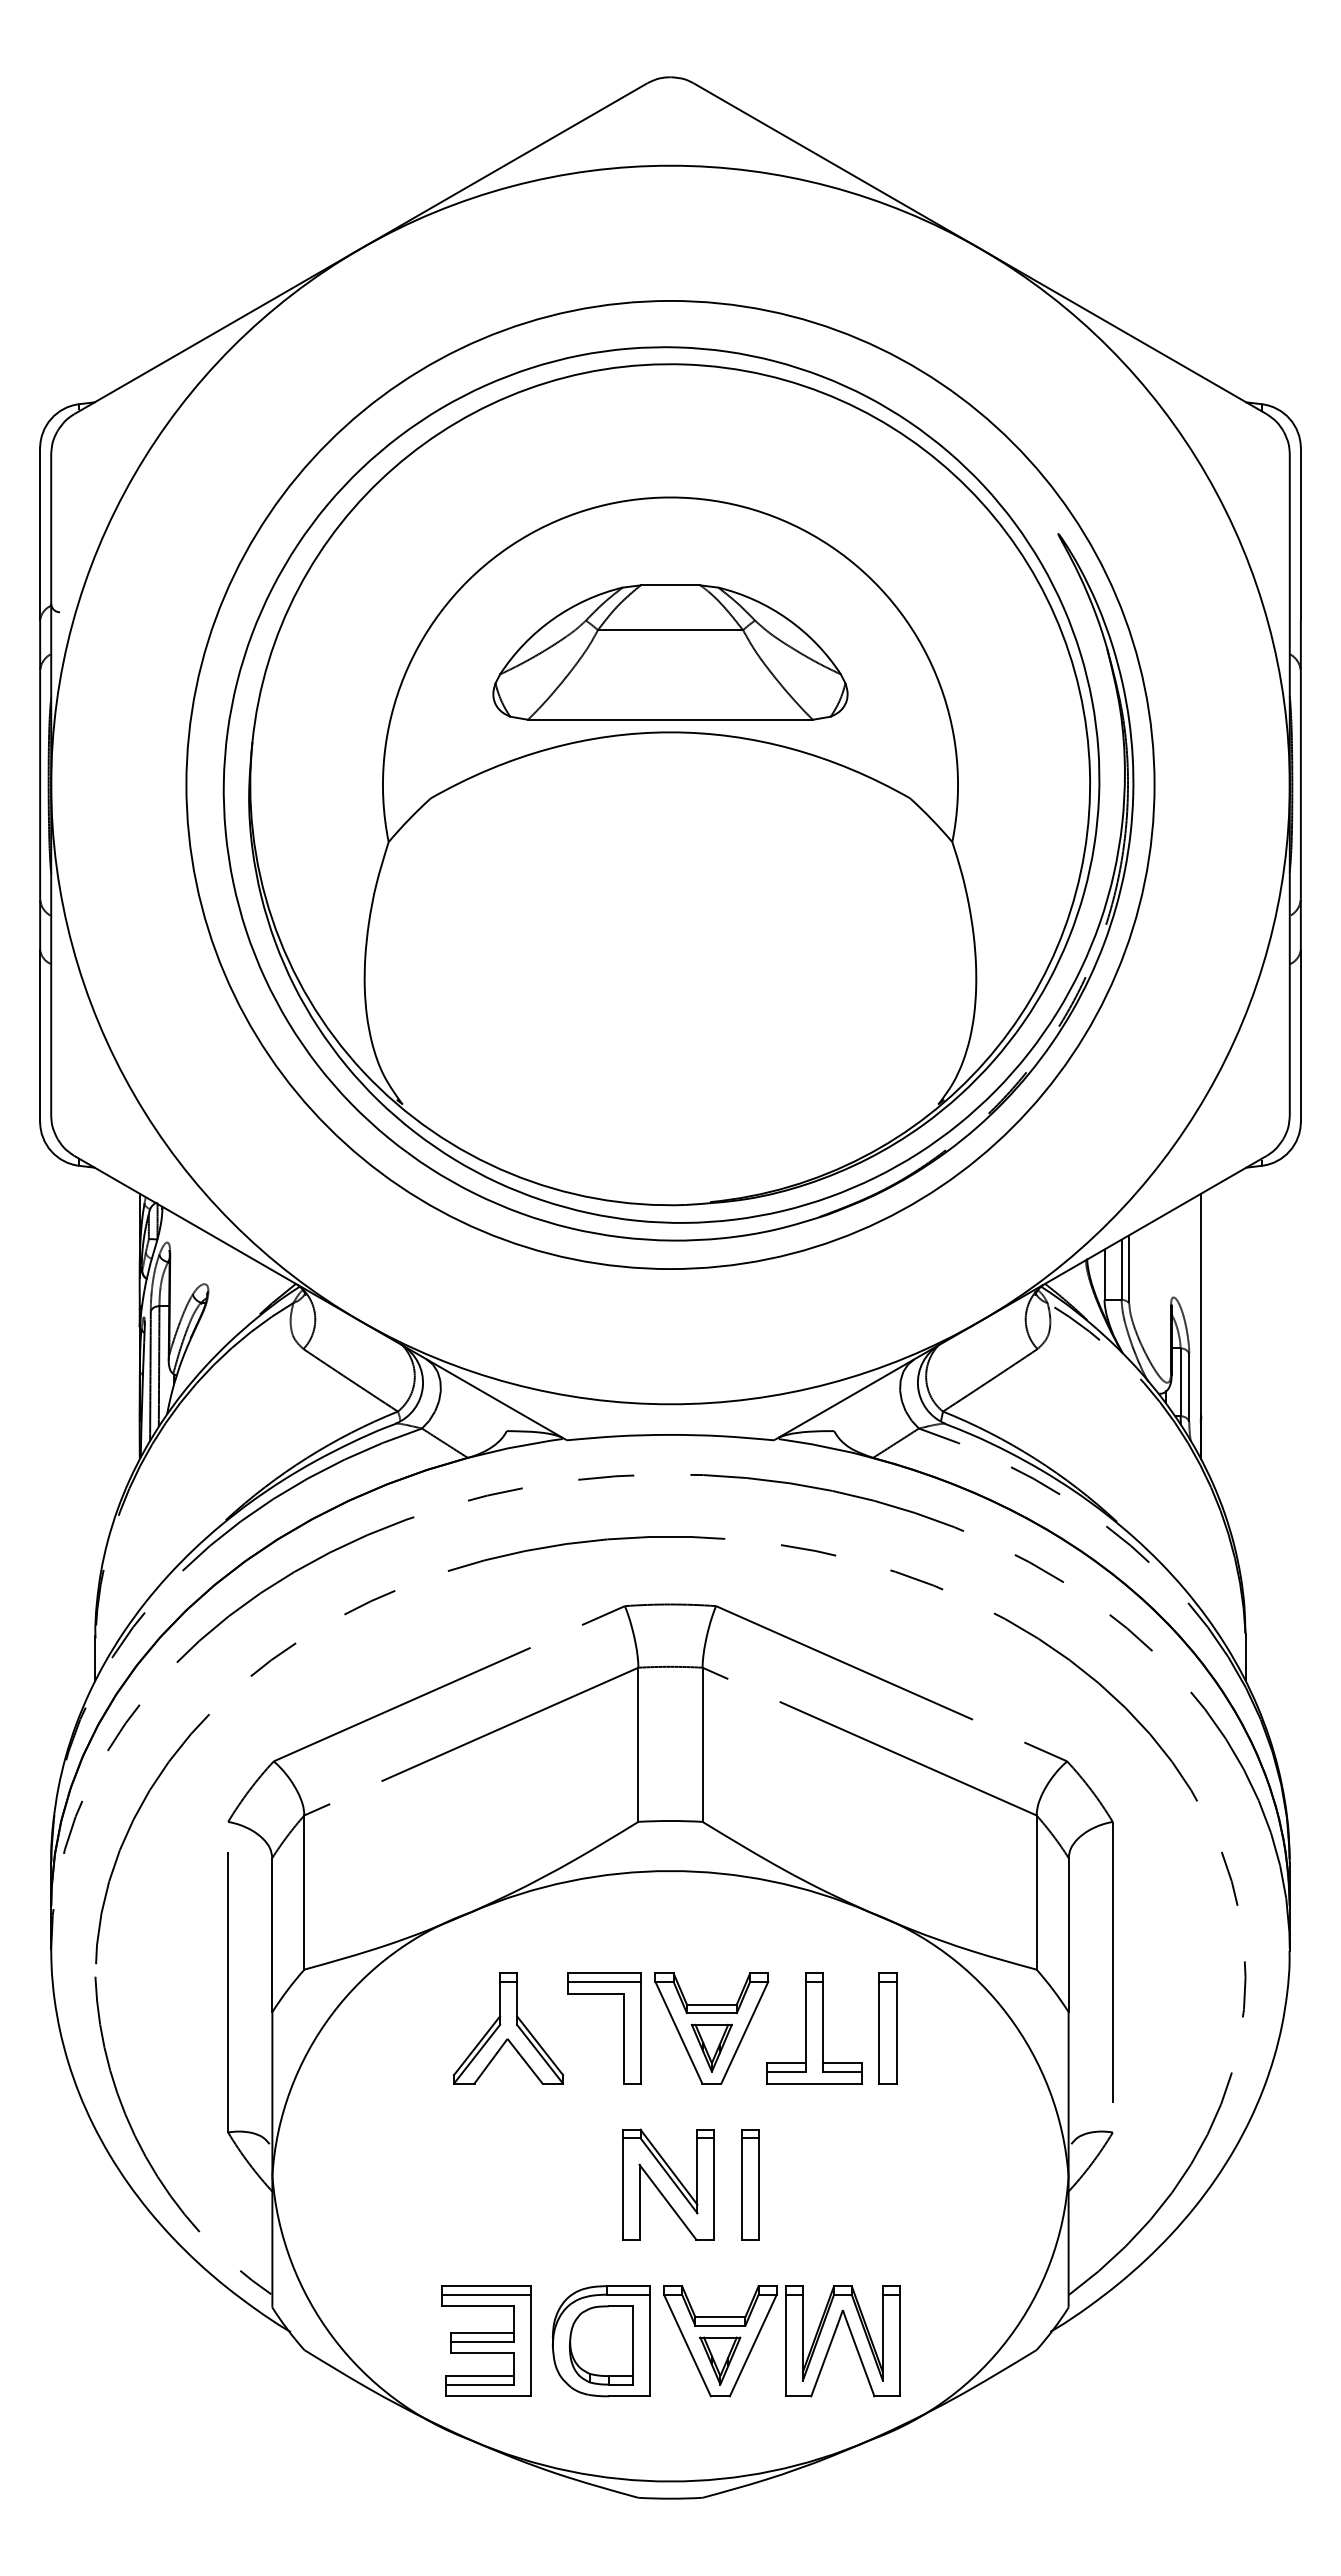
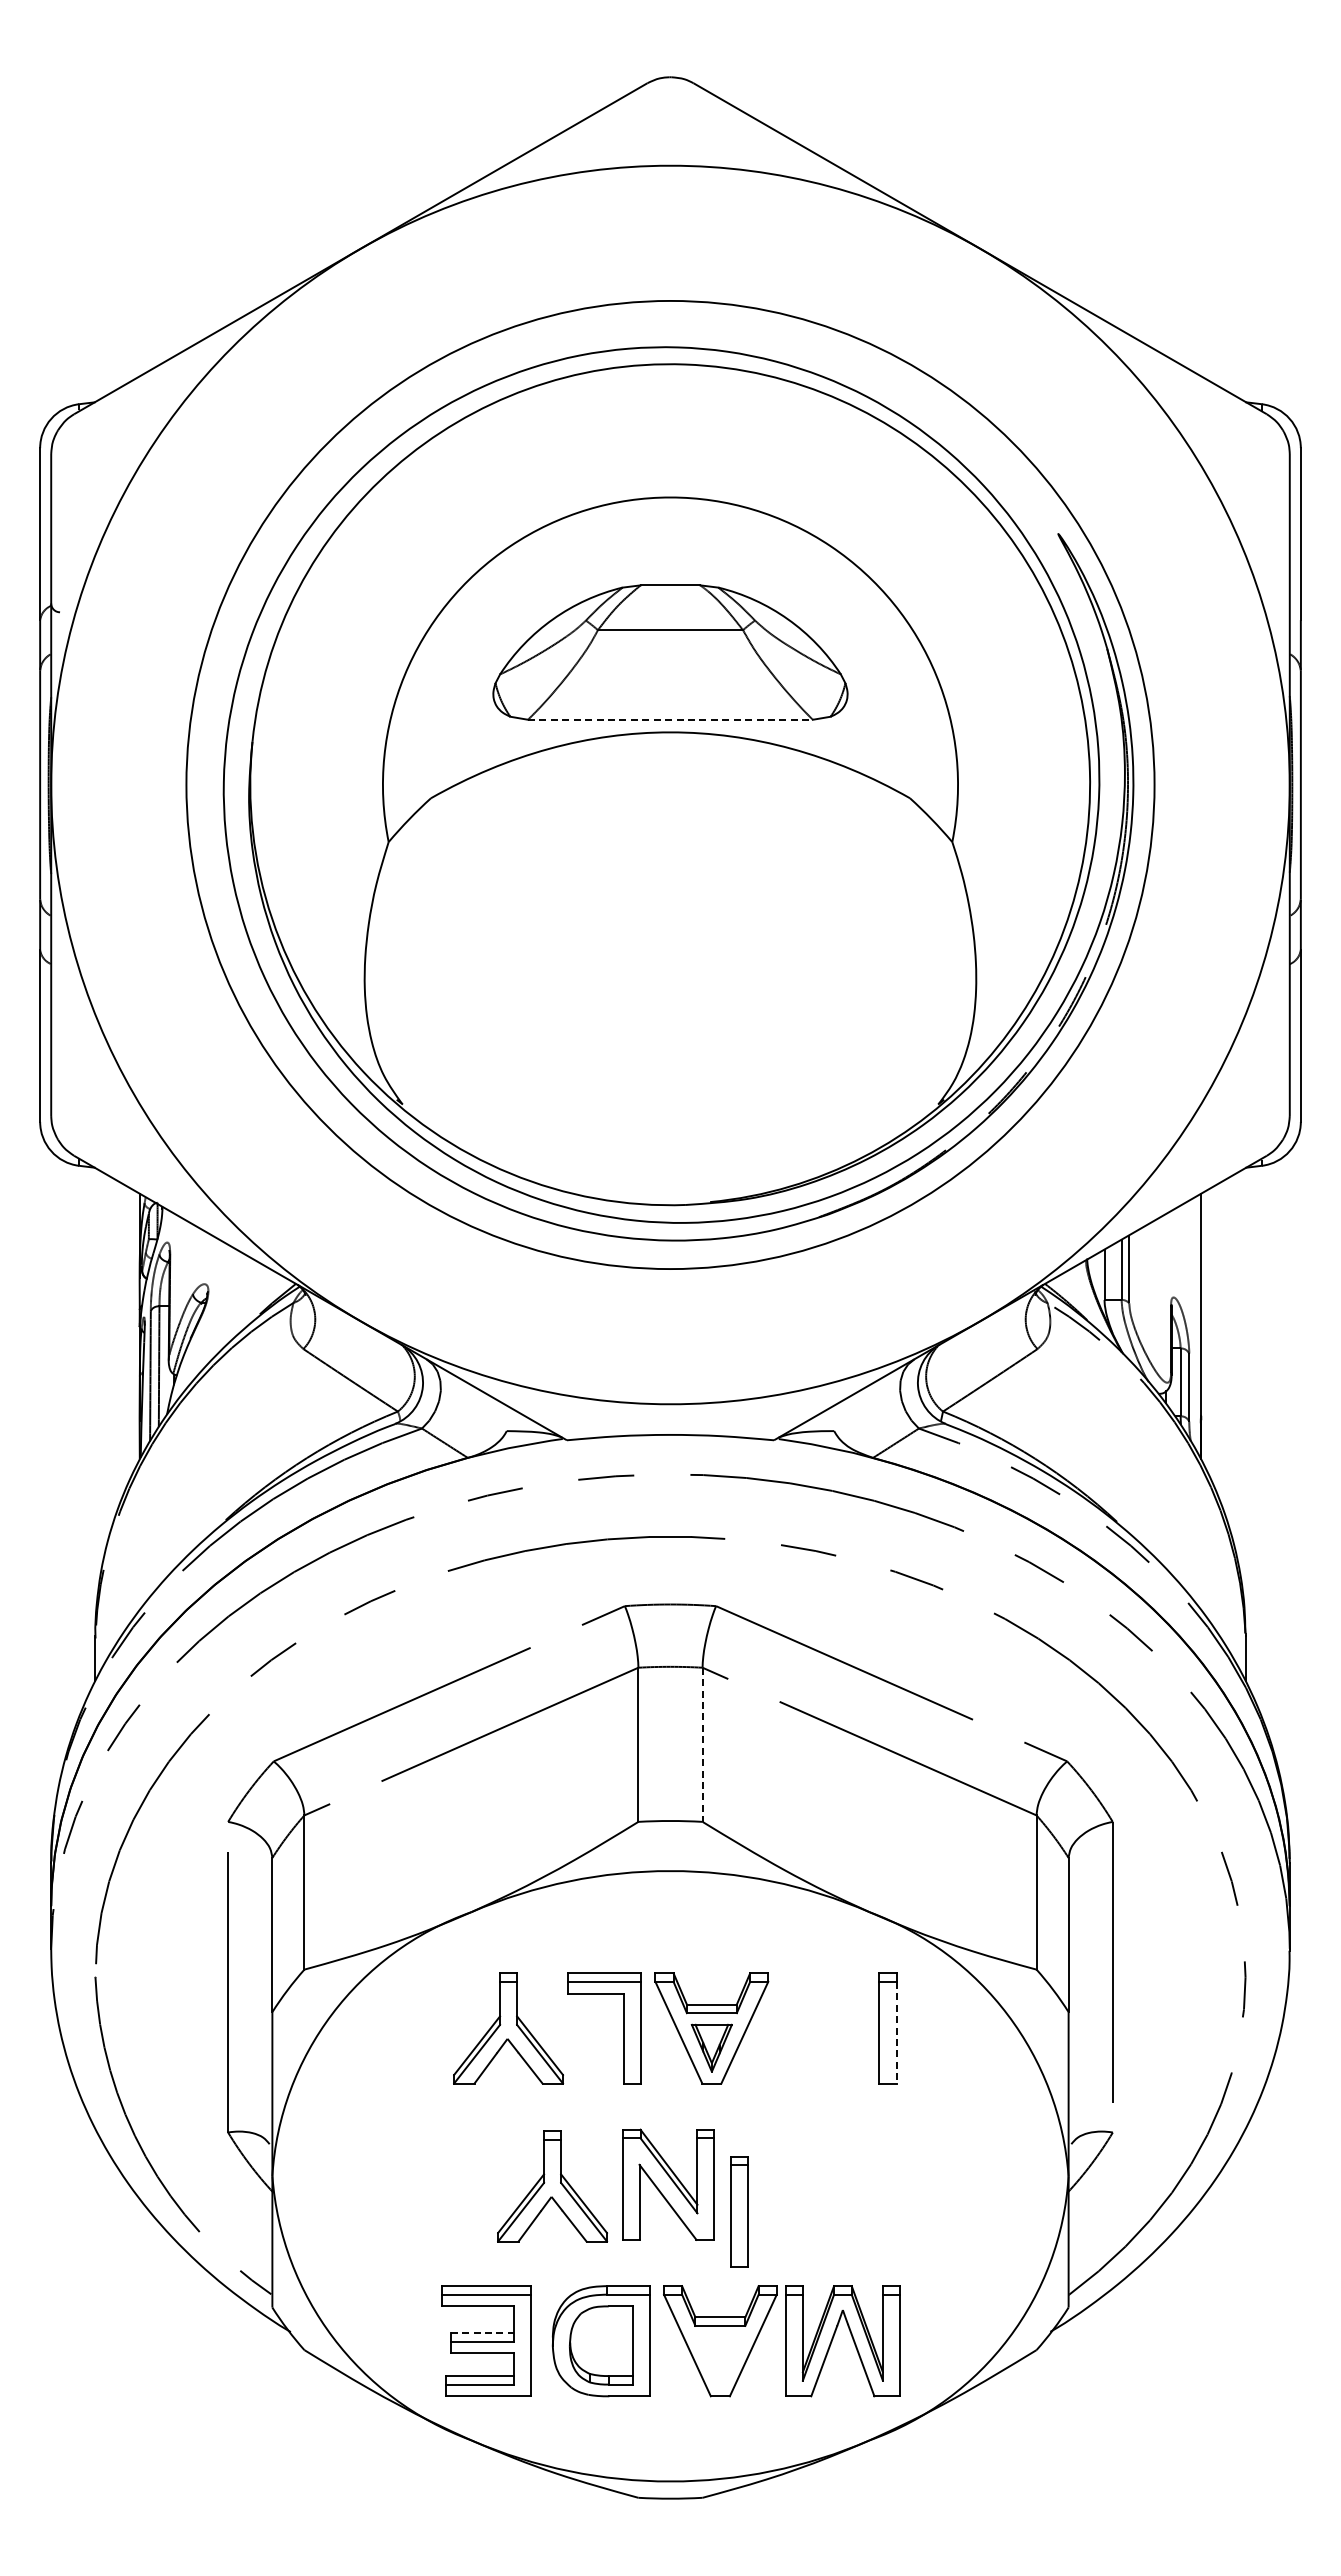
line at (671, 719): solid -> dashed
line at (702, 1745): solid -> dashed
part at (814, 2028): present -> none
line at (896, 2032): solid -> dashed
part at (750, 2184) position: (750, 2184) -> (739, 2211)
part at (552, 2186): none -> present
line at (482, 2333): solid -> dashed
part at (720, 2360): present -> none
